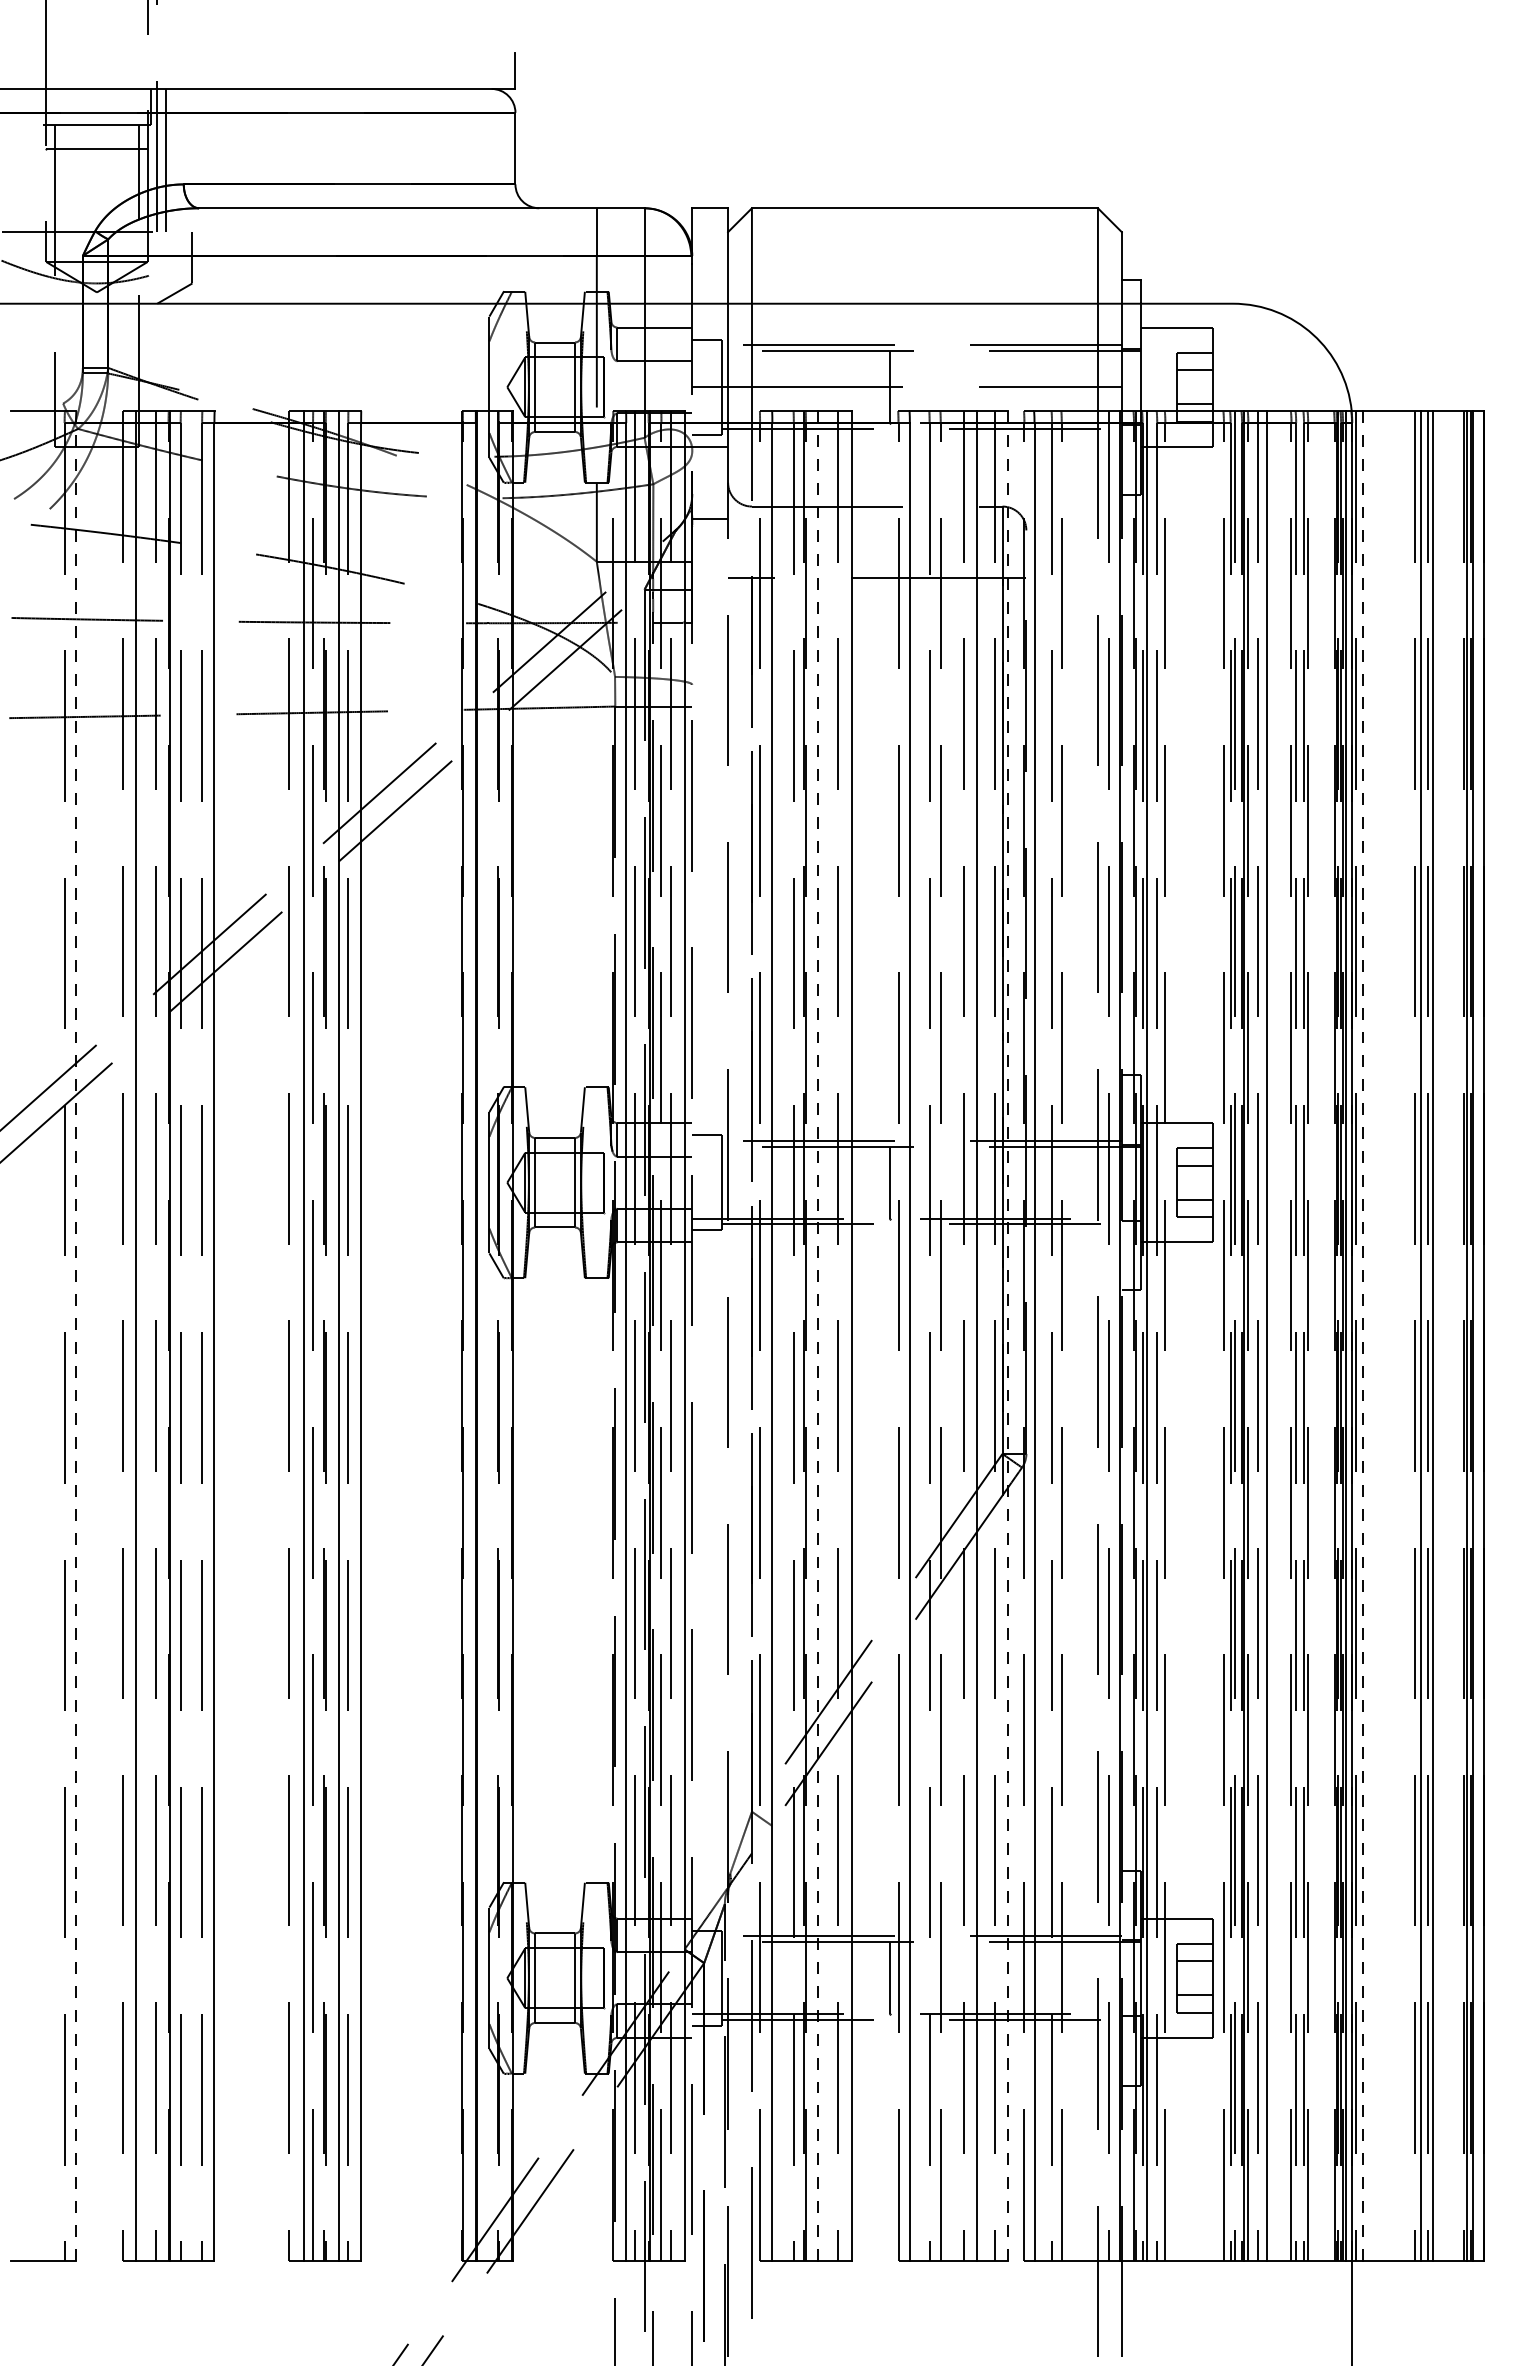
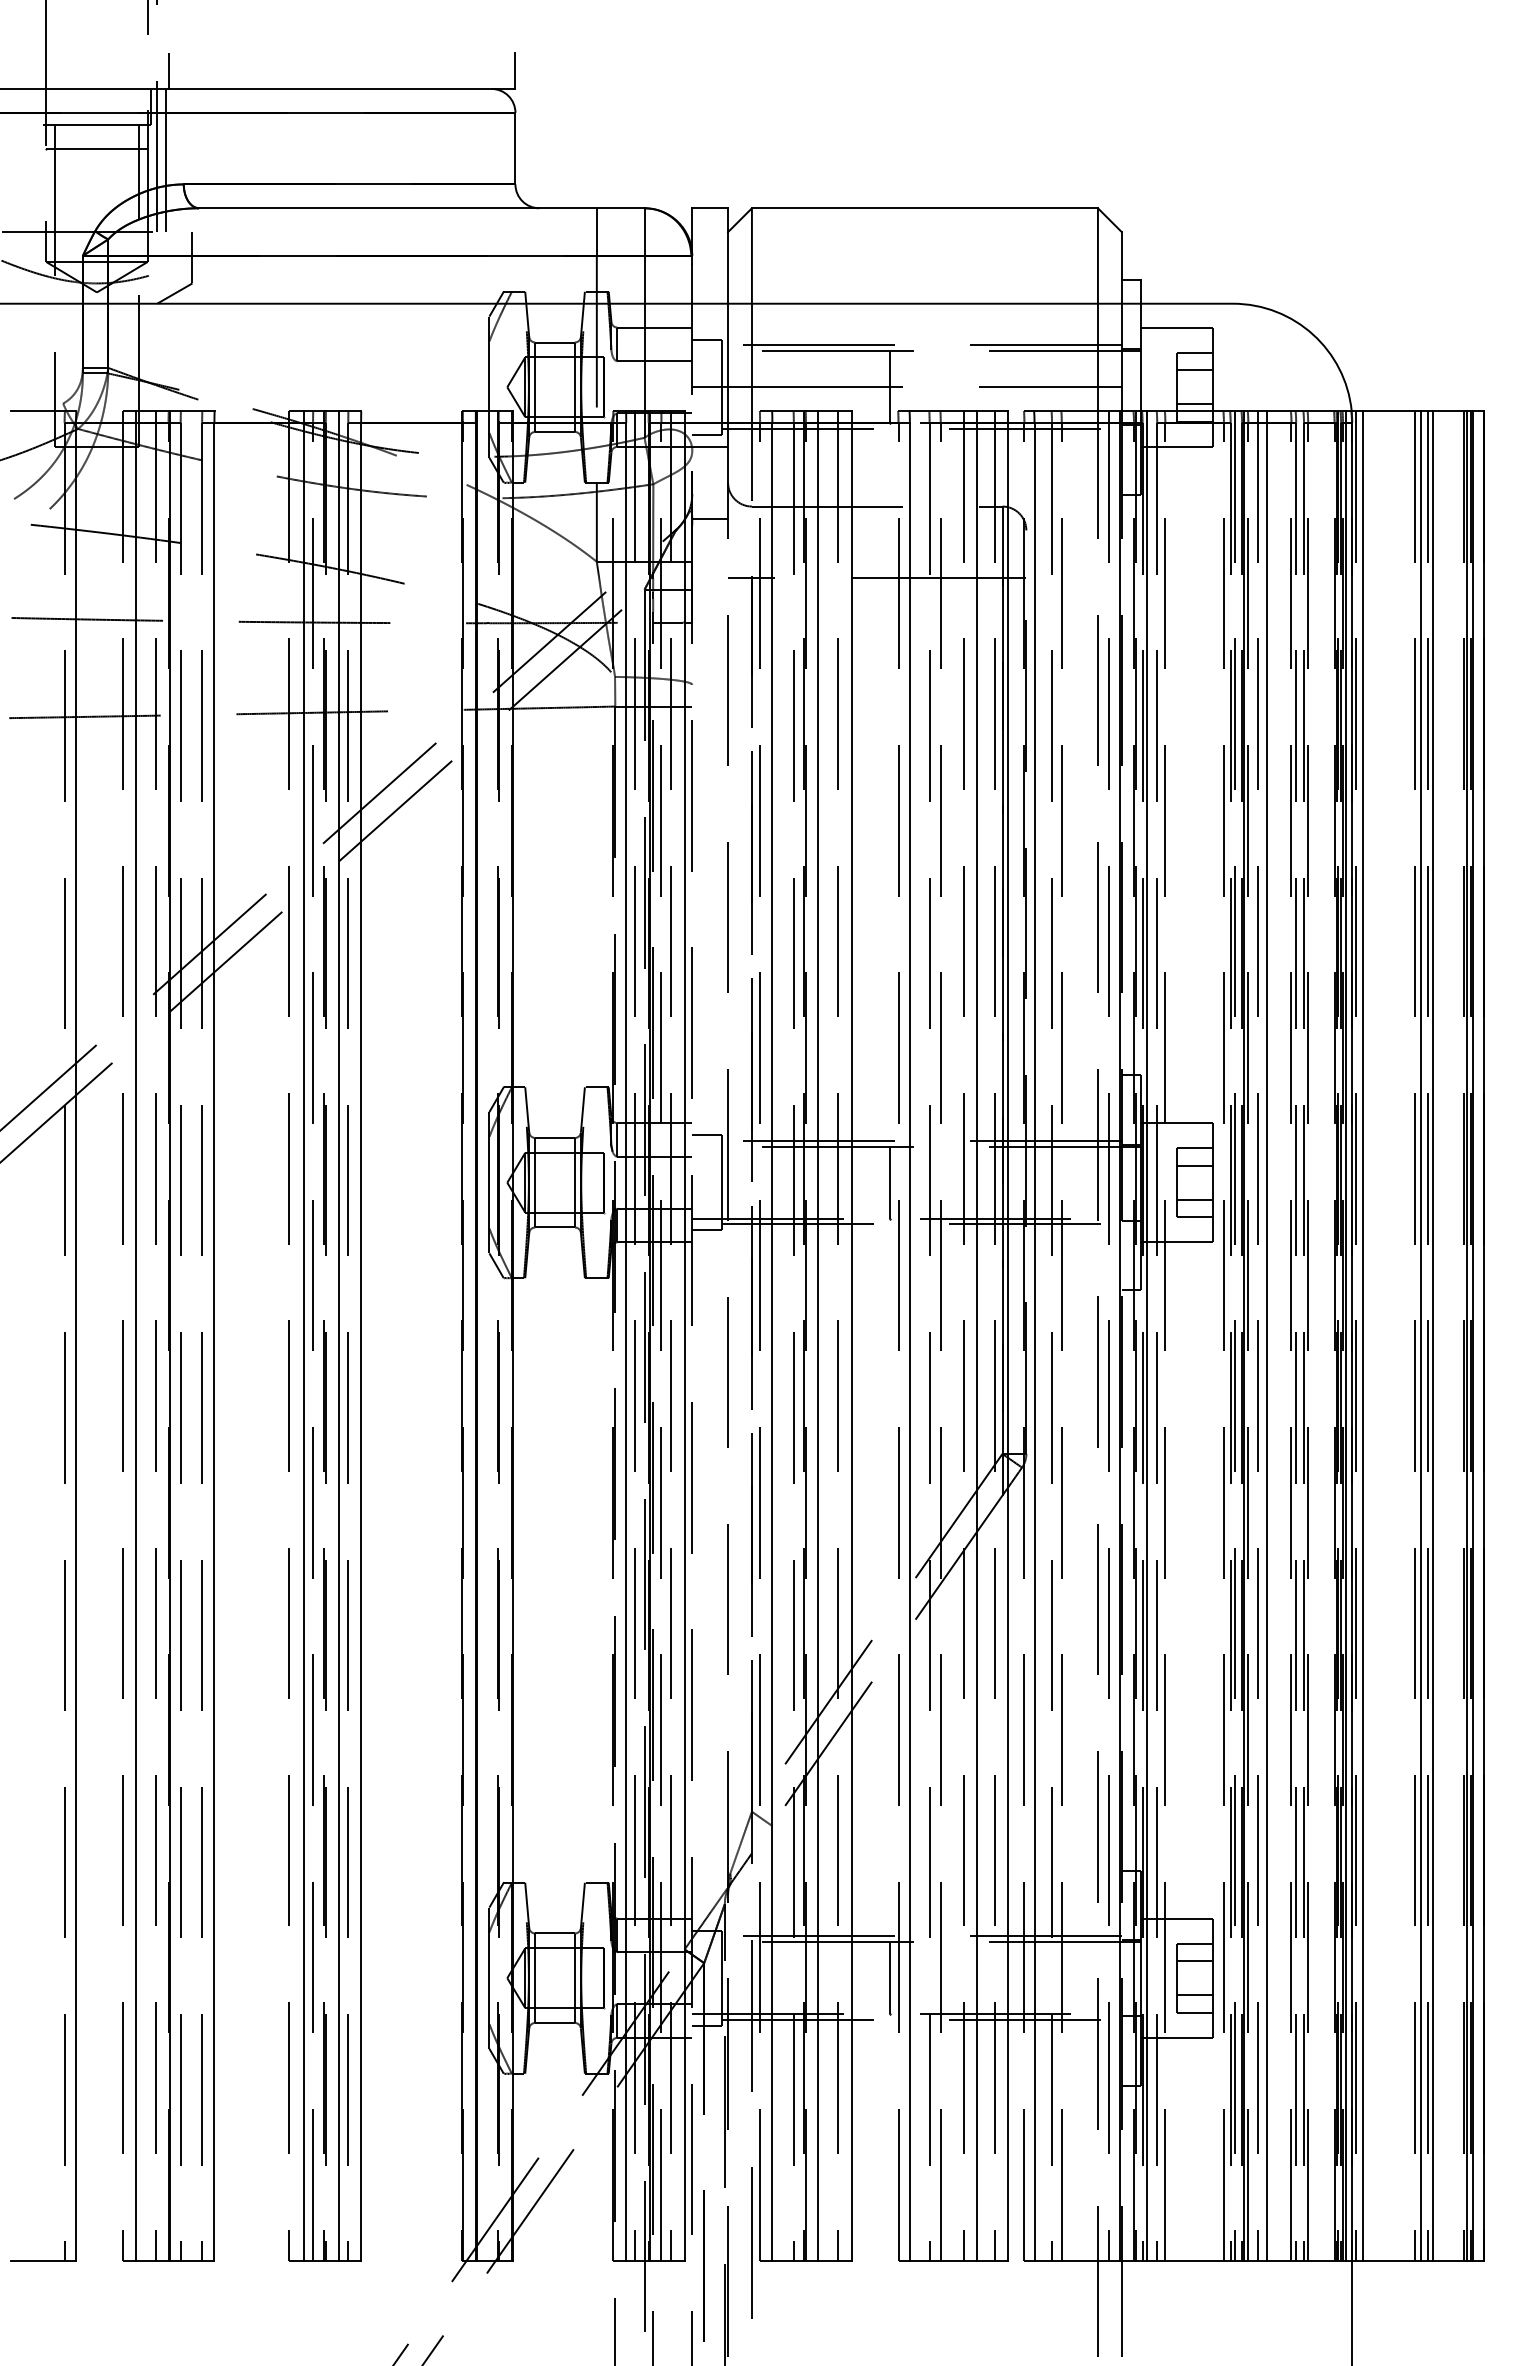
line at (168, 70): none -> present
line at (818, 1335): dashed -> solid
line at (1007, 1335): dashed -> solid
line at (1363, 1335): dashed -> solid
line at (76, 1341): dashed -> solid
